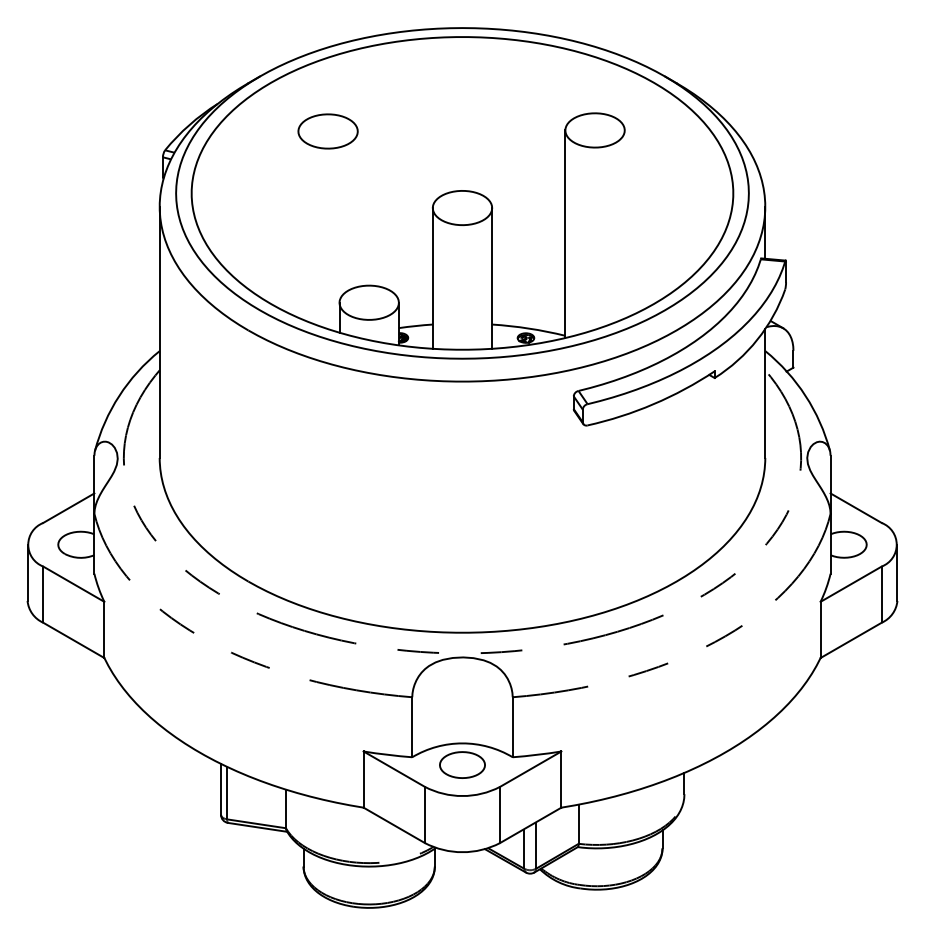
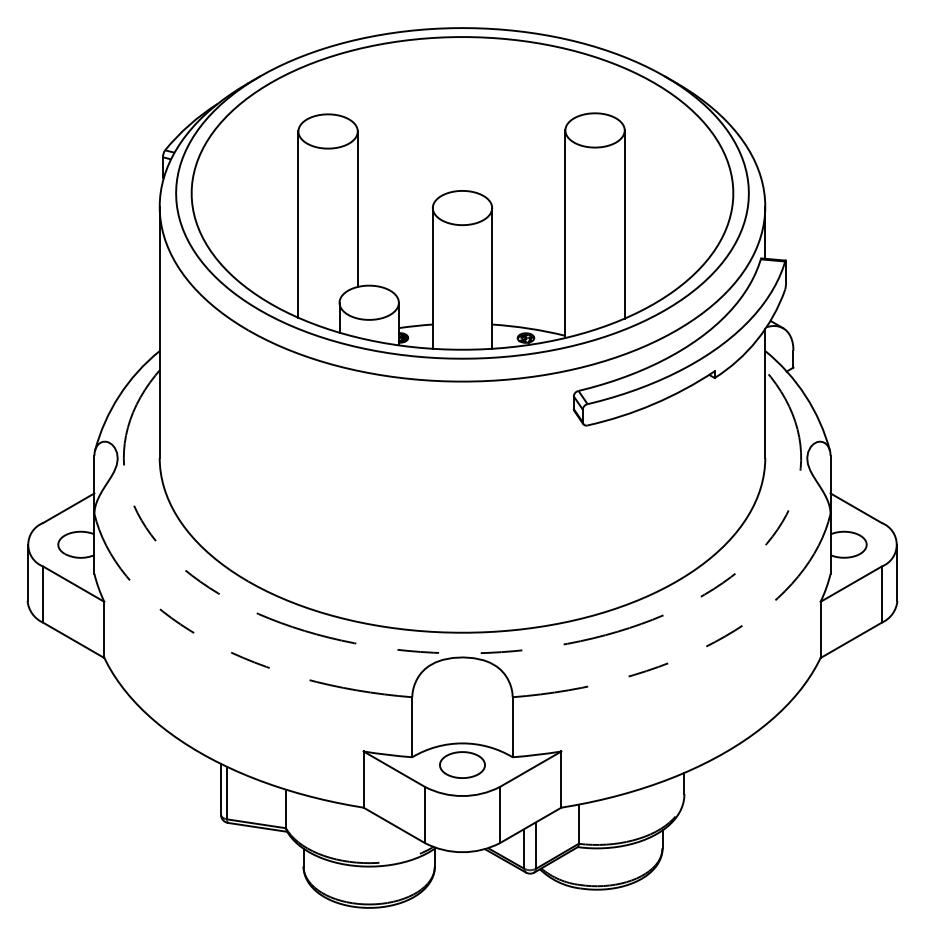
line at (357, 208): none -> present
line at (298, 224): none -> present
line at (624, 224): none -> present
